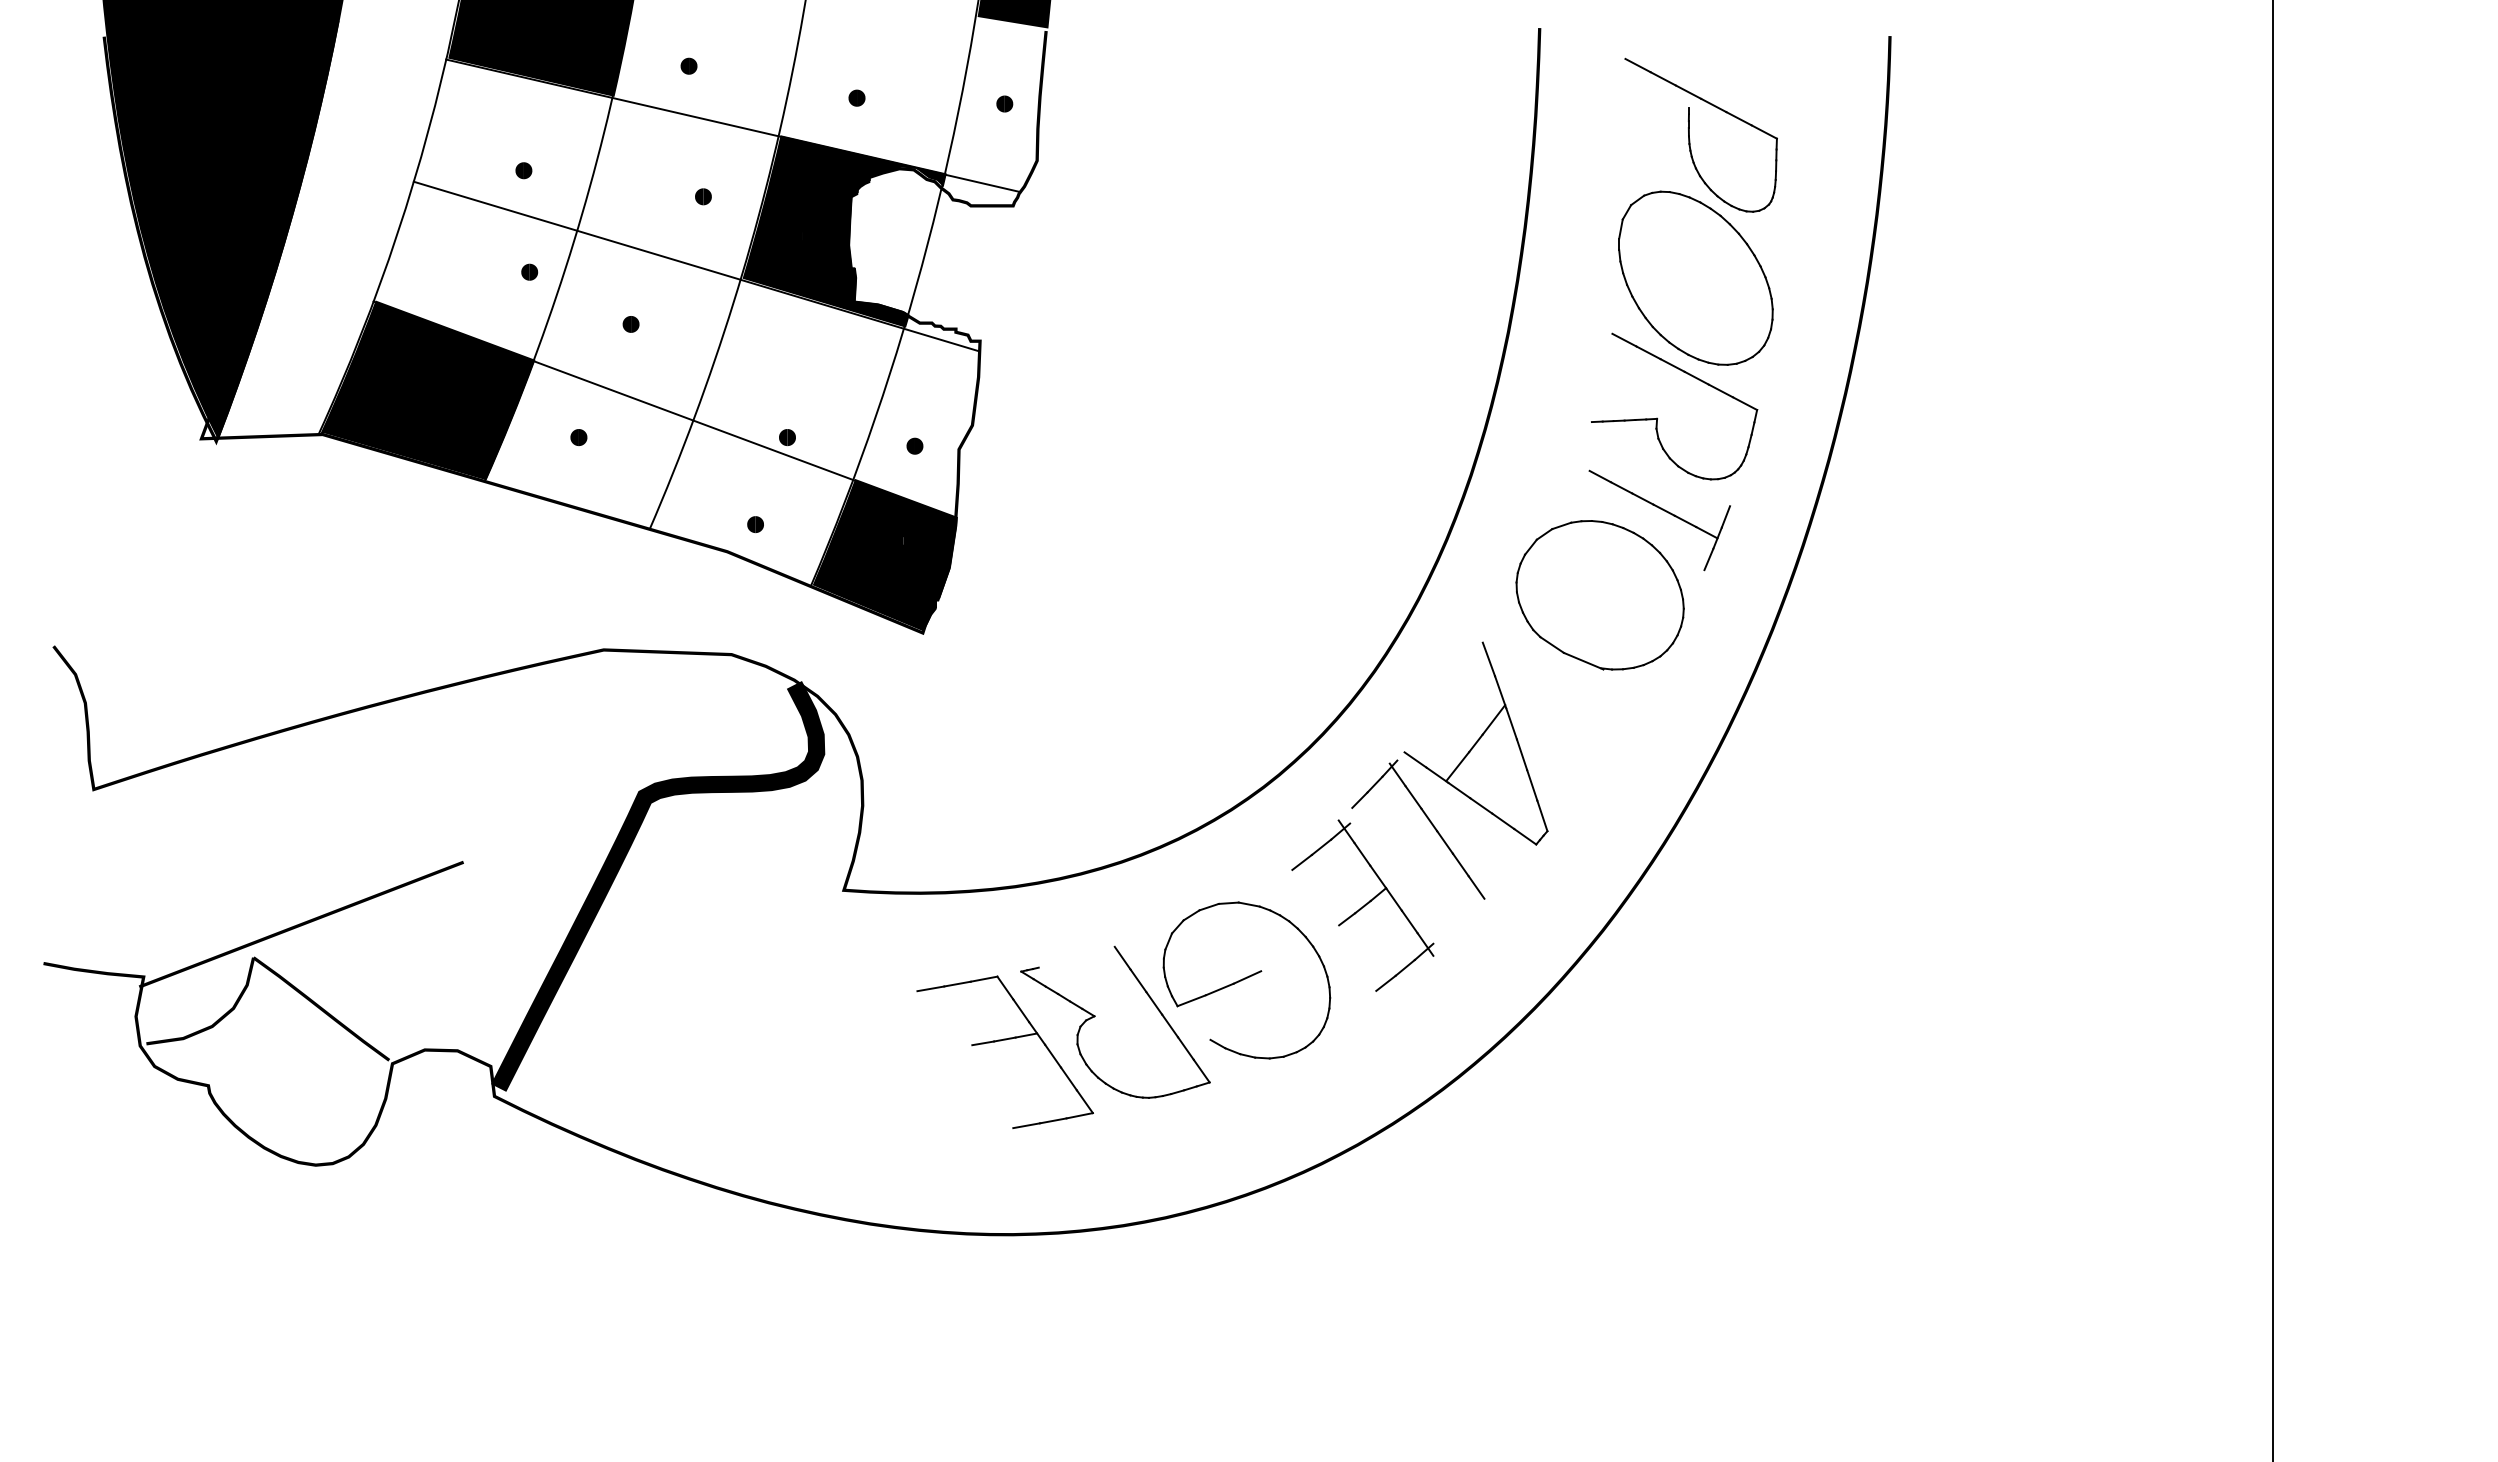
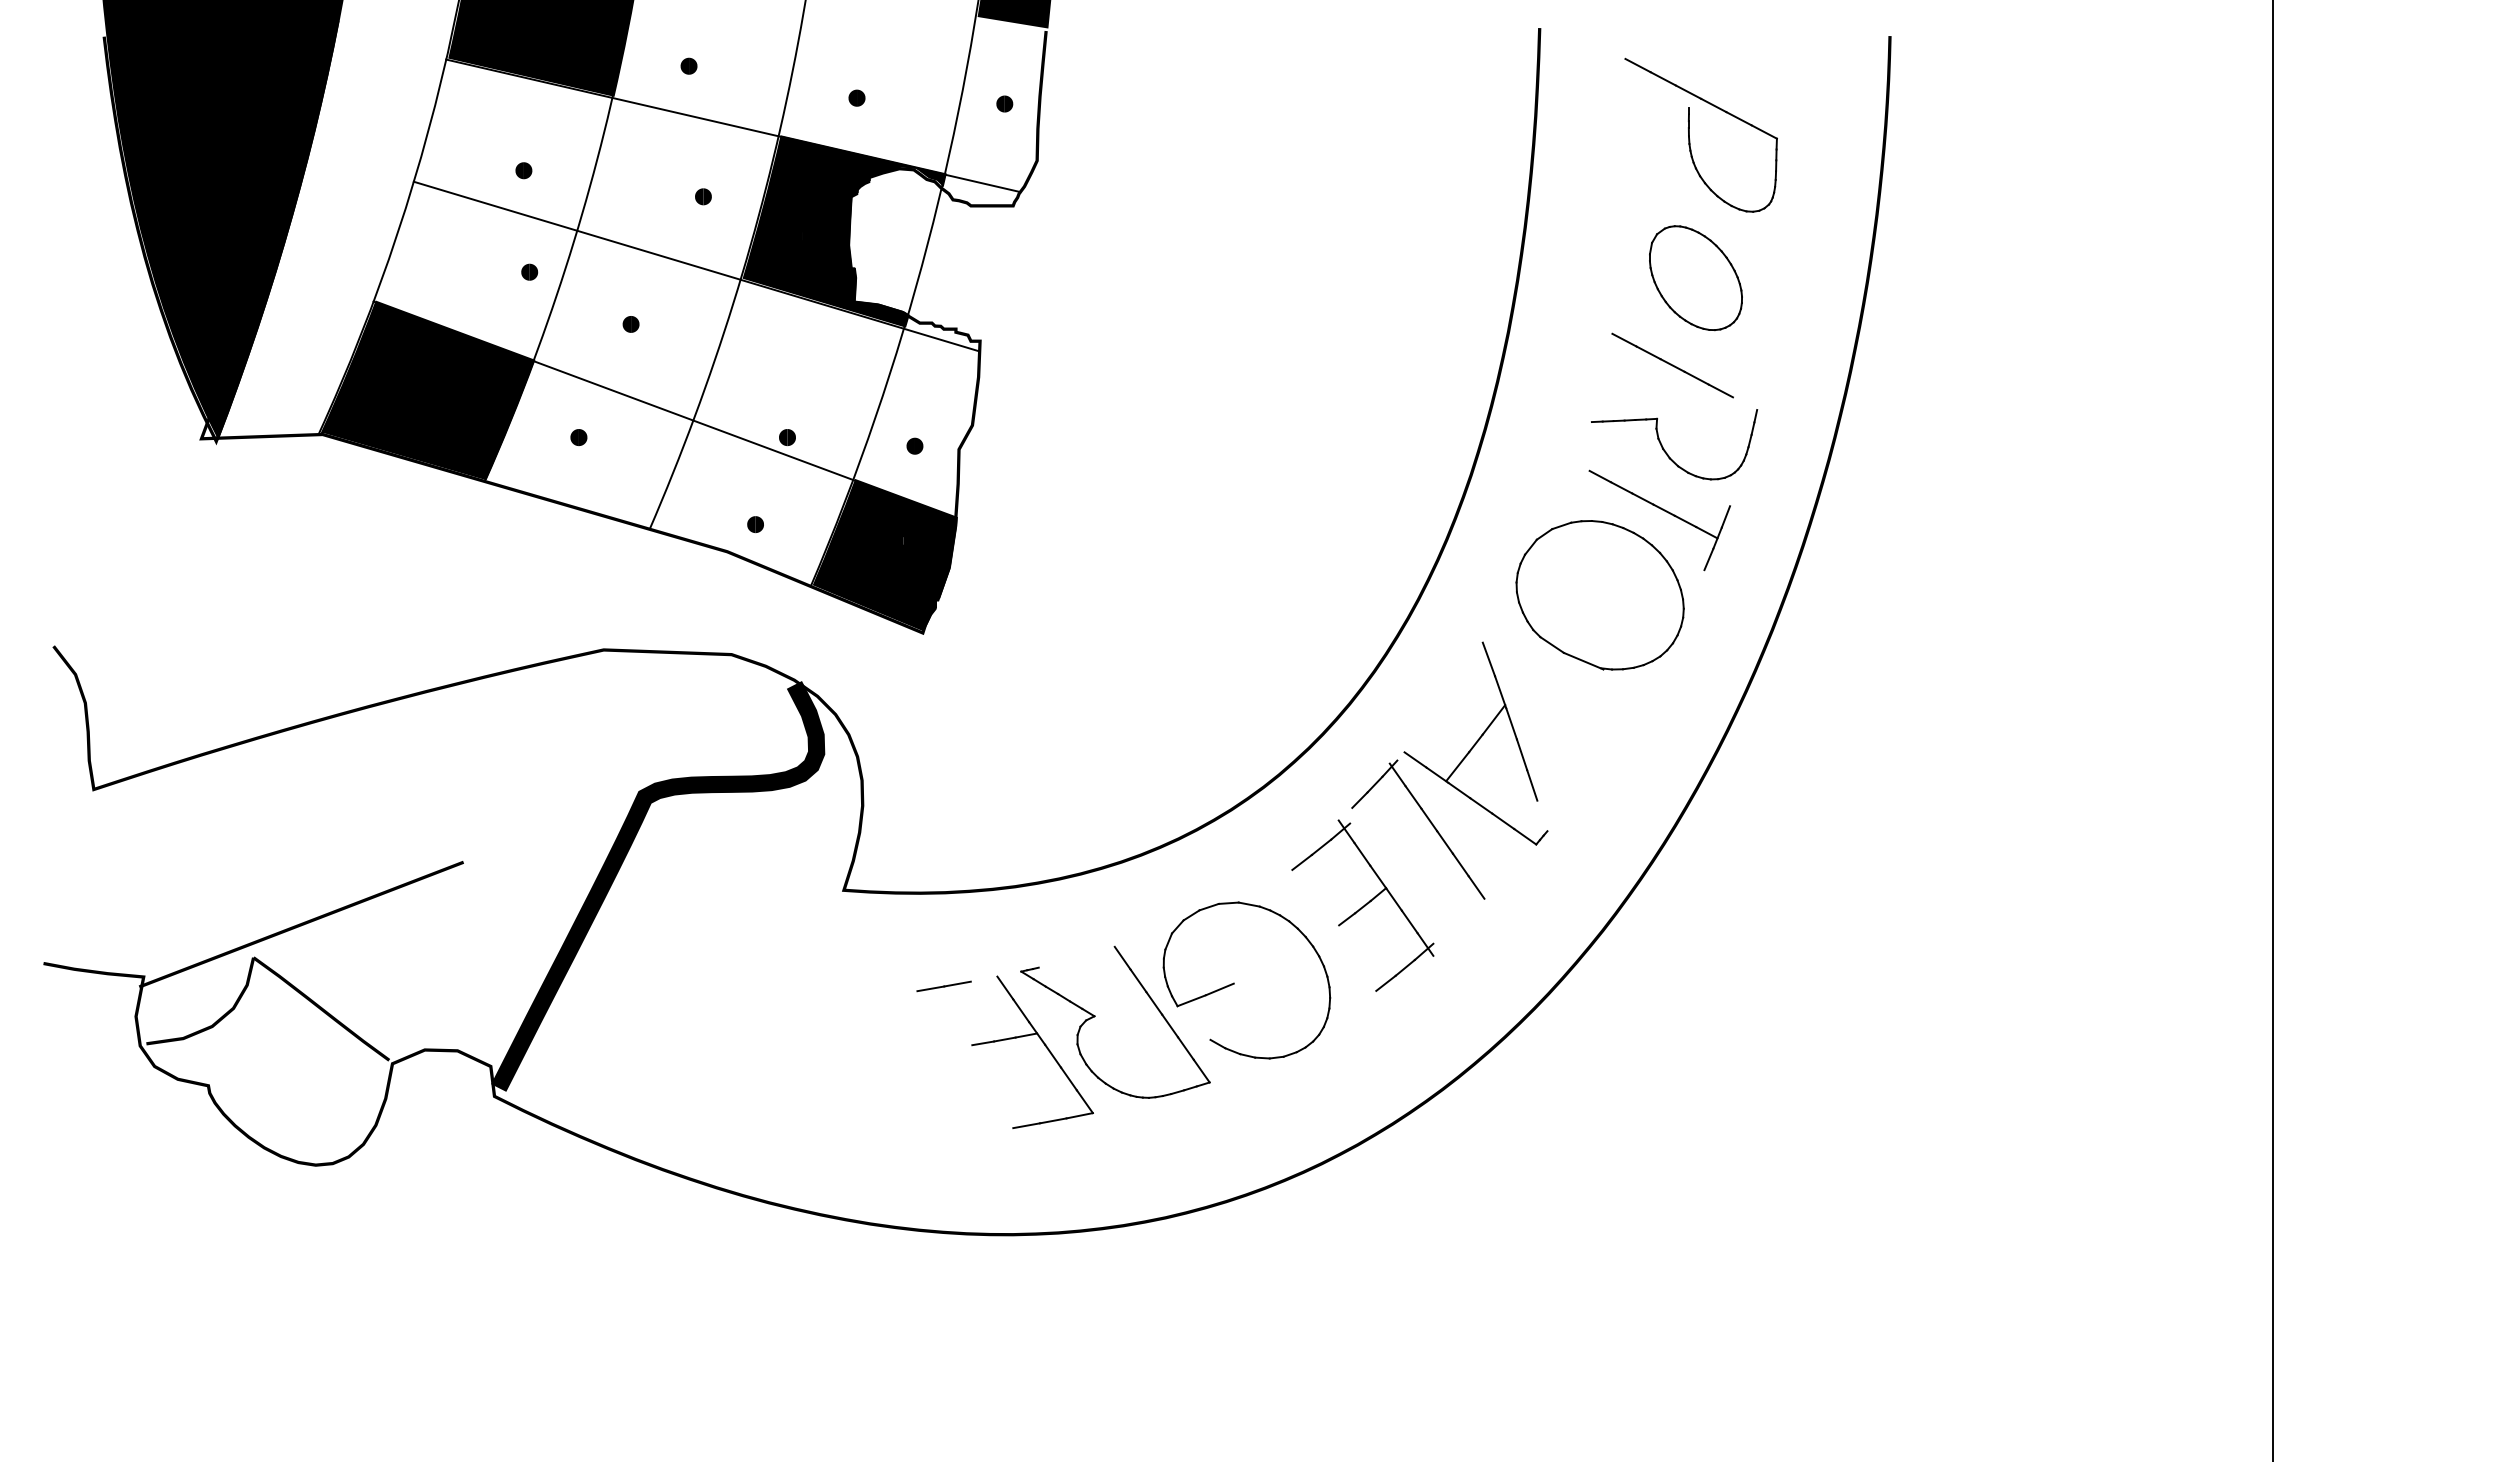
part at (1695, 277) size: 156x176 px -> 94x107 px
line at (1745, 403): present -> none
line at (1542, 815): present -> none
line at (1247, 977): present -> none
line at (983, 978): present -> none
